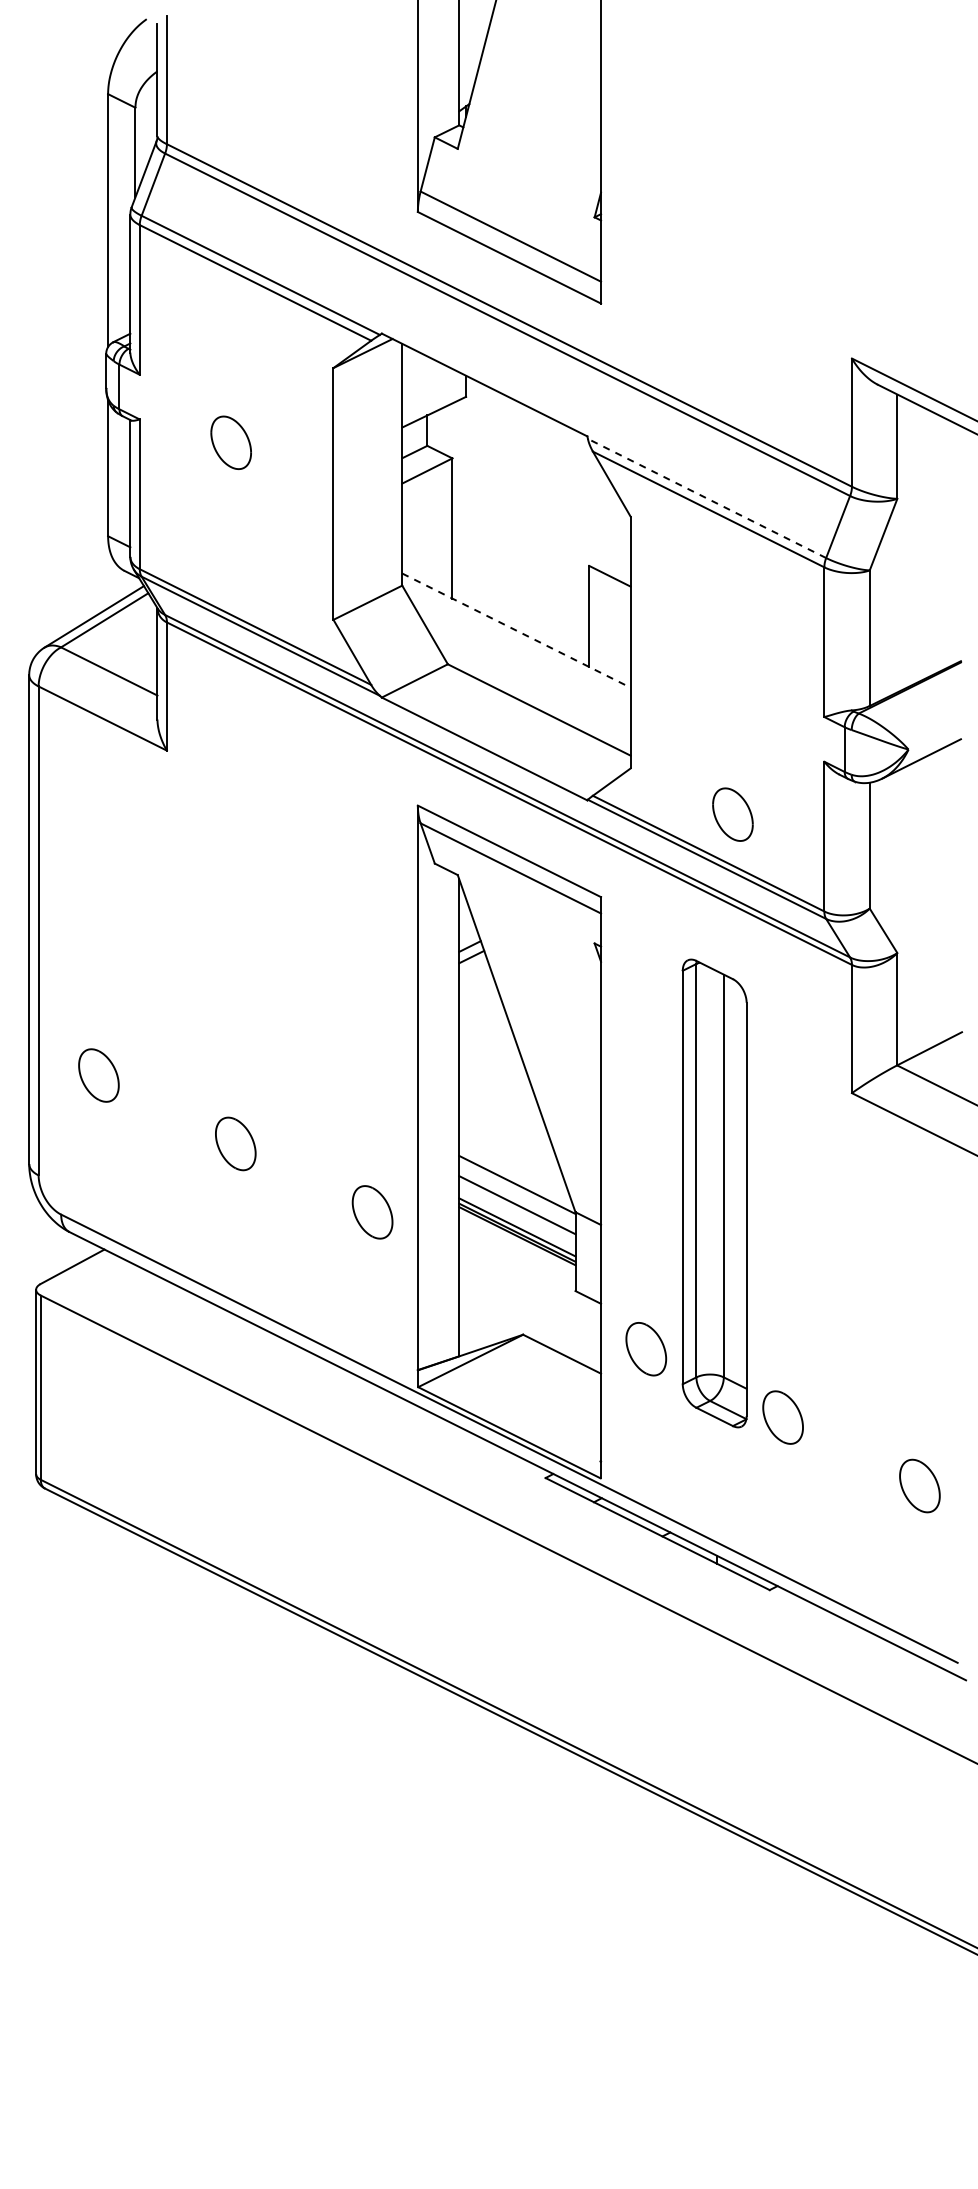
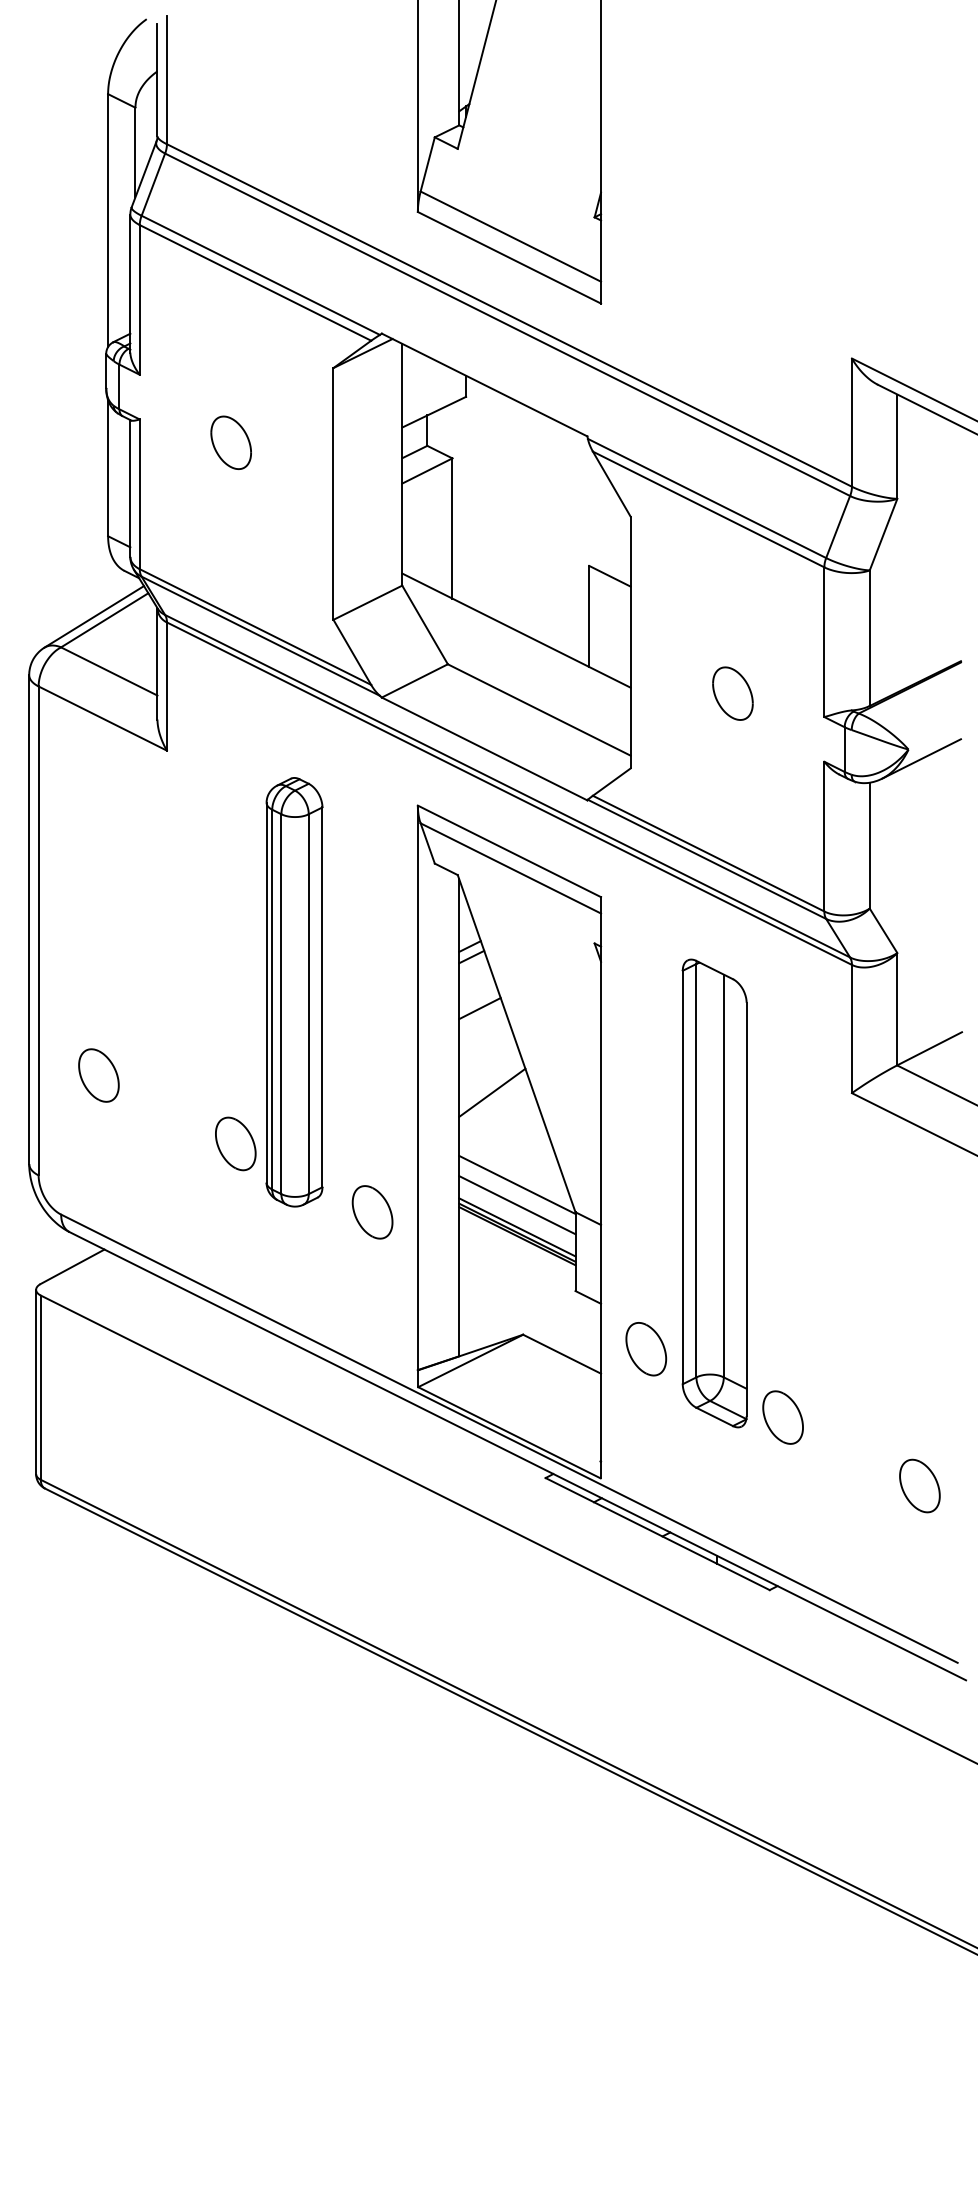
line at (706, 498): dashed -> solid
line at (516, 630): dashed -> solid
part at (732, 814) position: (732, 814) -> (732, 693)
part at (294, 992): none -> present
line at (479, 1008): none -> present
line at (492, 1092): none -> present
